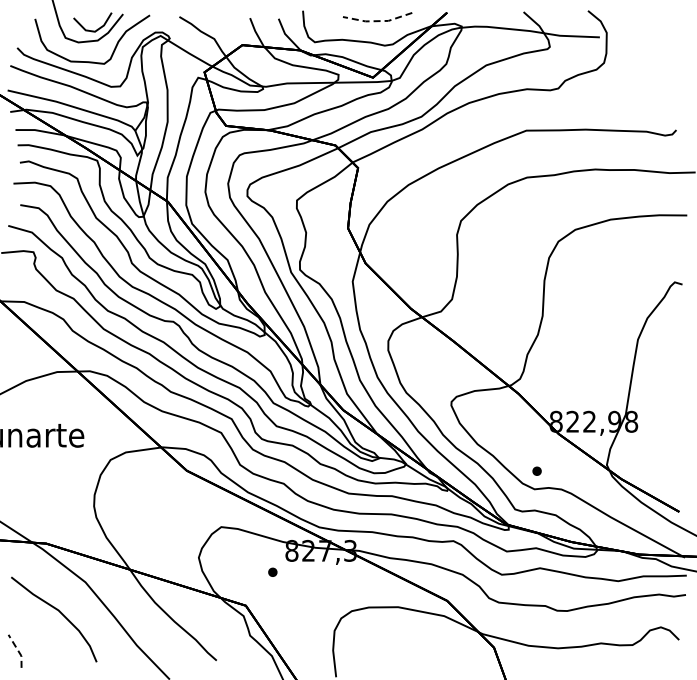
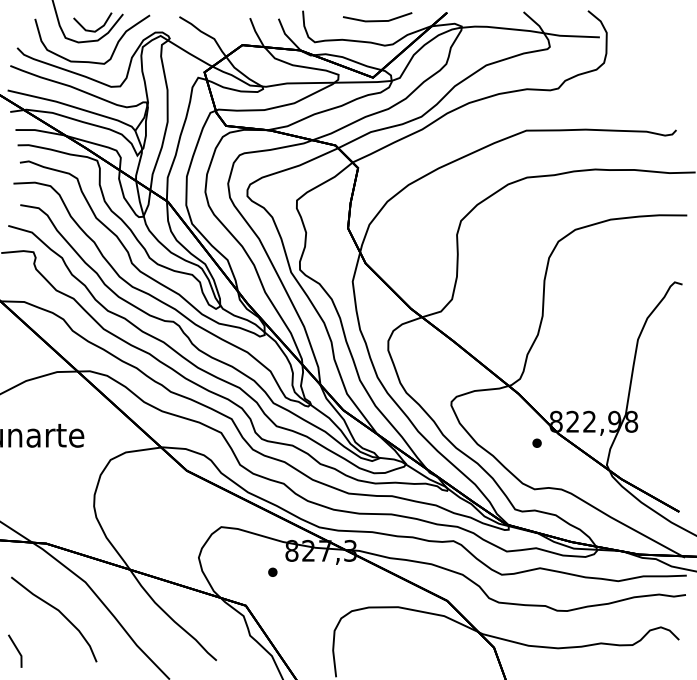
line at (377, 21): dashed -> solid
part at (536, 470) position: (536, 470) -> (536, 442)
line at (18, 650): dashed -> solid
